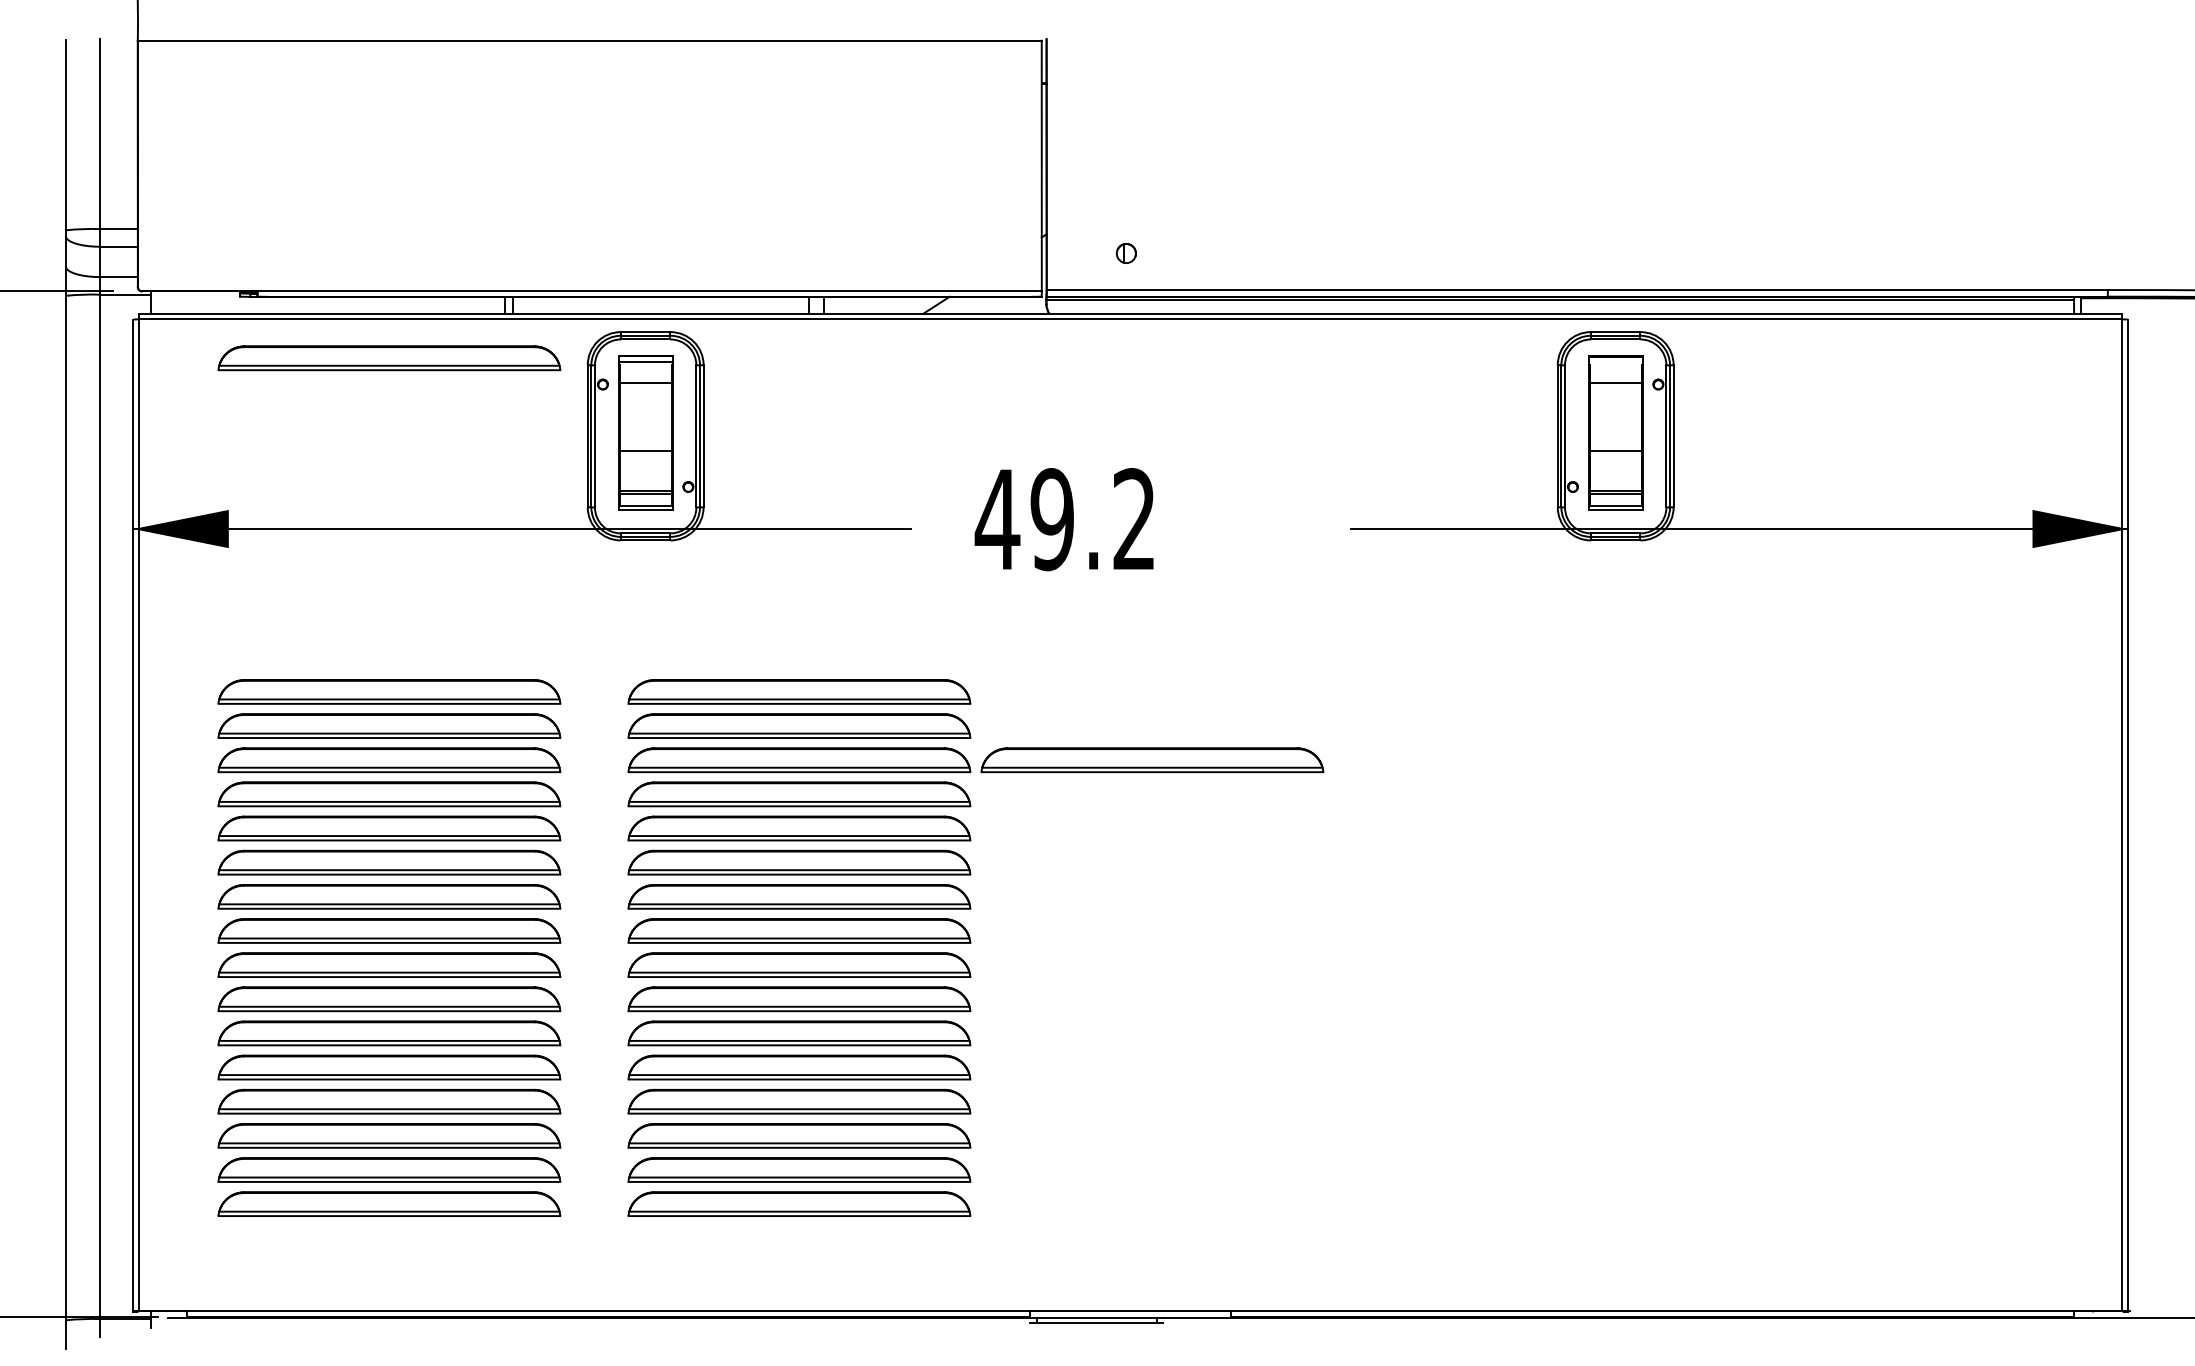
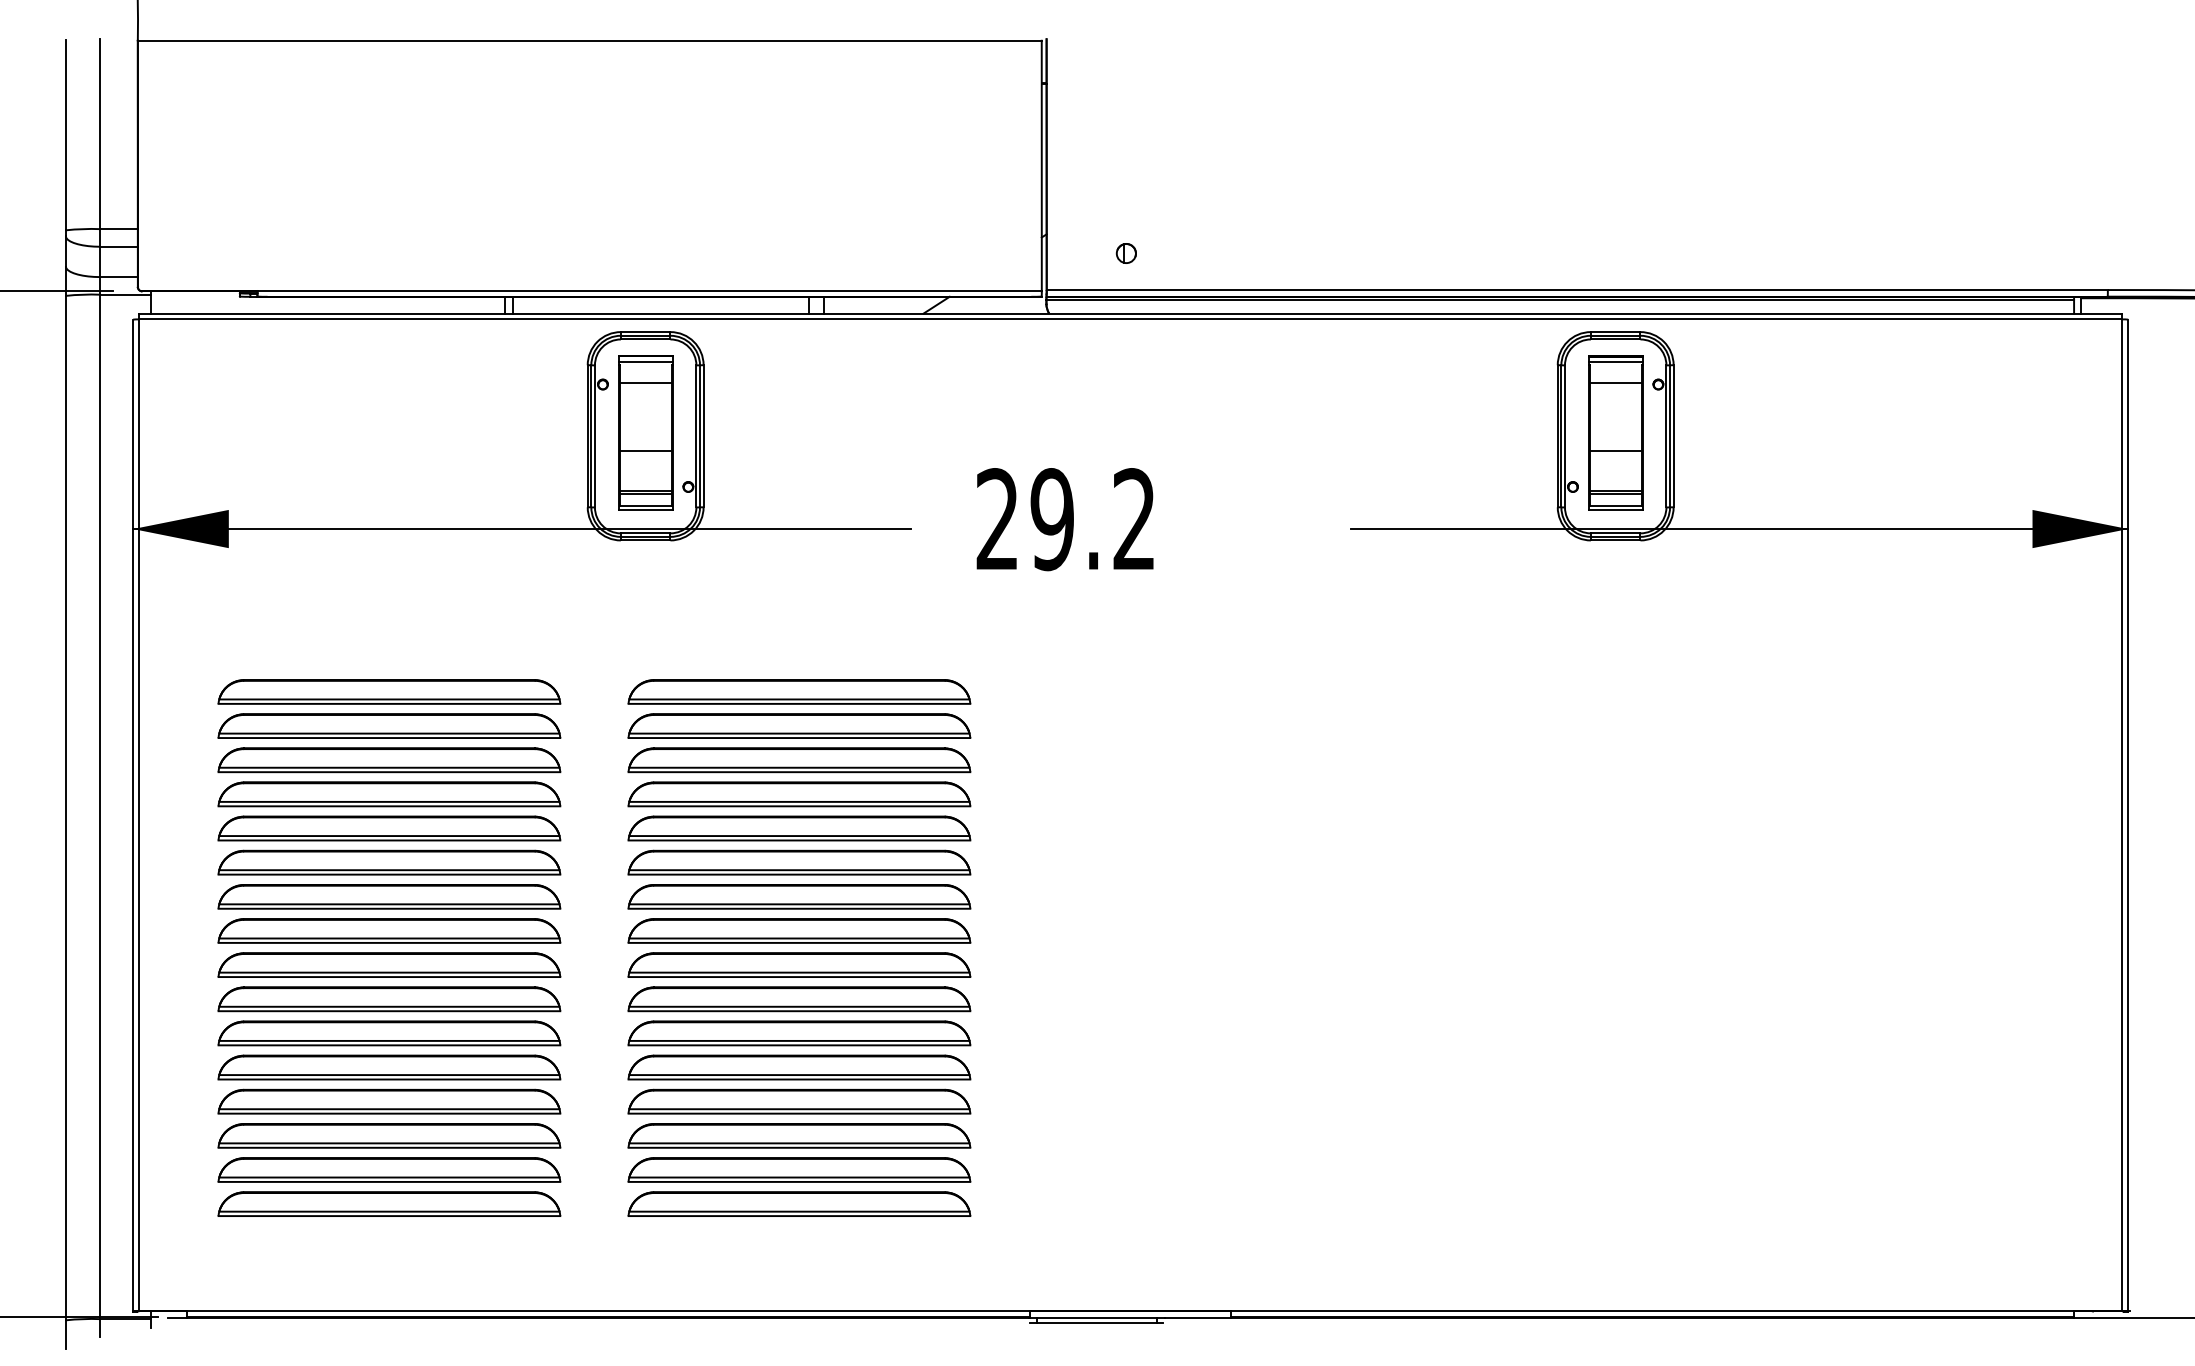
part at (389, 358): present -> none
line at (1615, 361): none -> present
text at (997, 518): 49.2 -> 29.2
part at (1152, 760): present -> none
